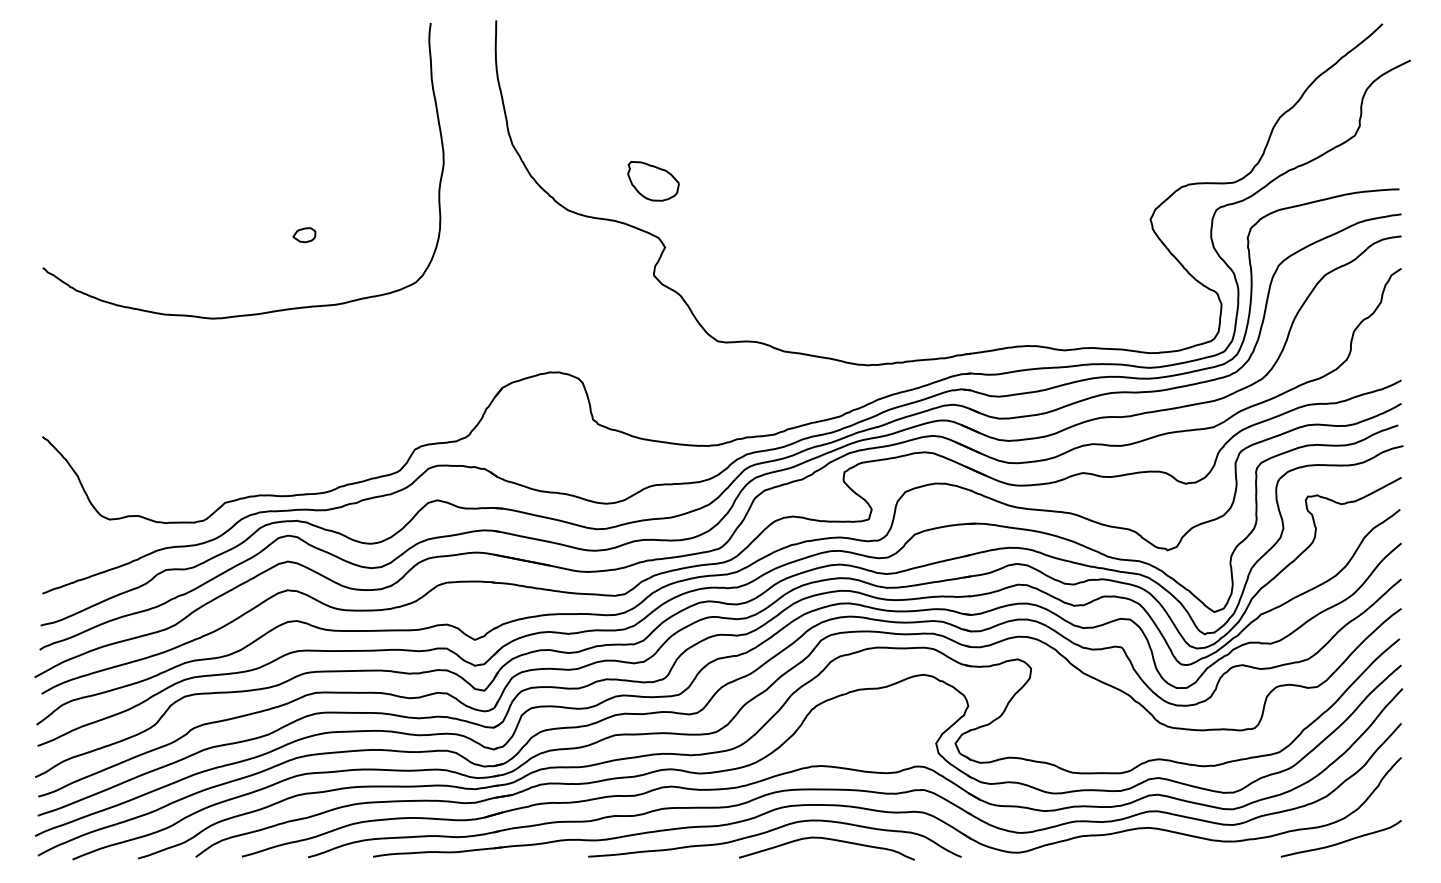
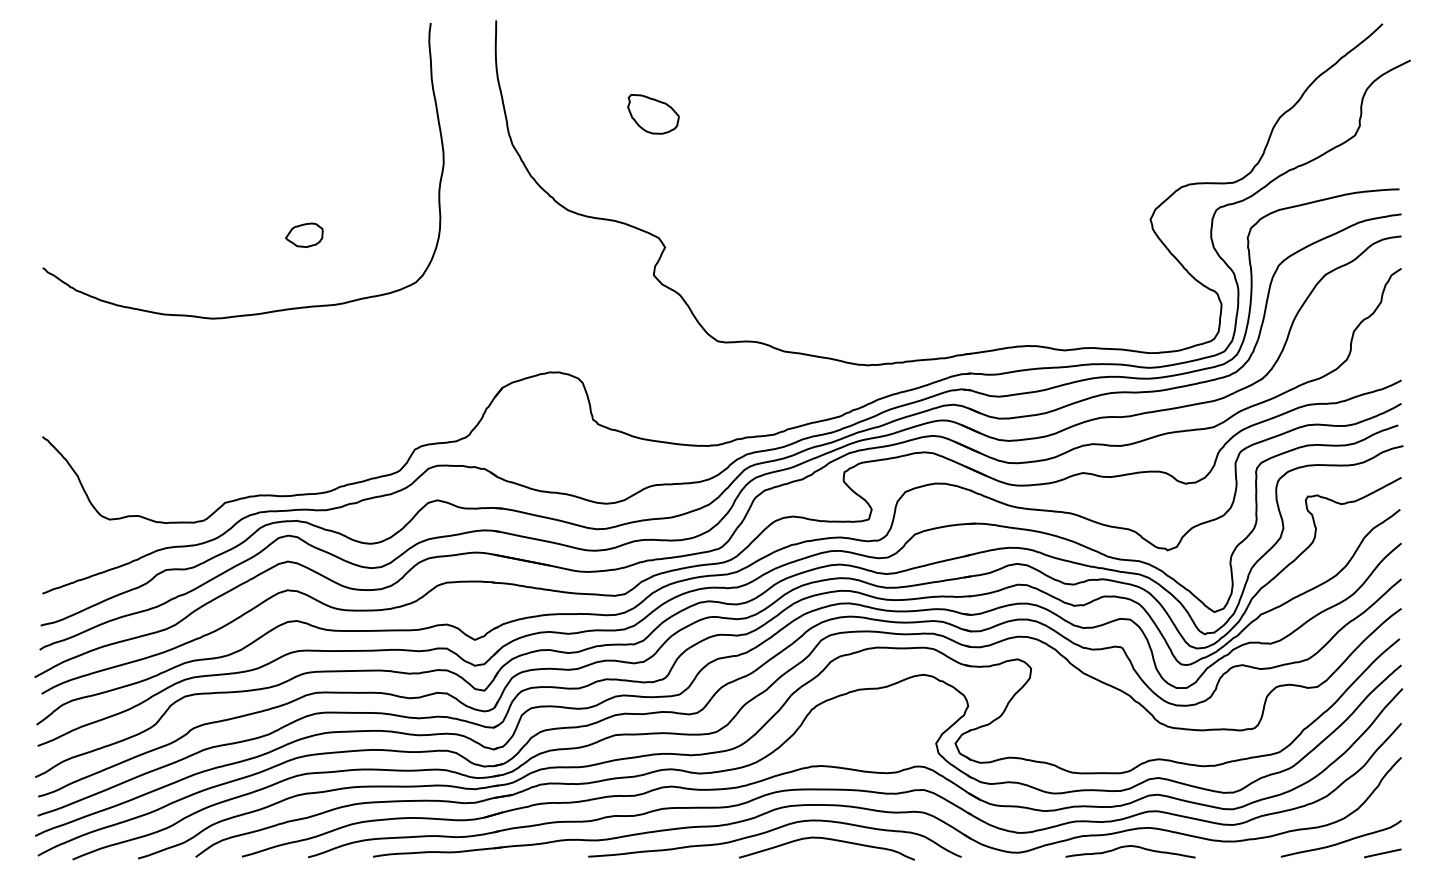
part at (653, 181) position: (653, 181) -> (653, 114)
part at (304, 235) size: 25x17 px -> 39x26 px
curve at (1128, 847): none -> present
line at (1382, 853): none -> present
